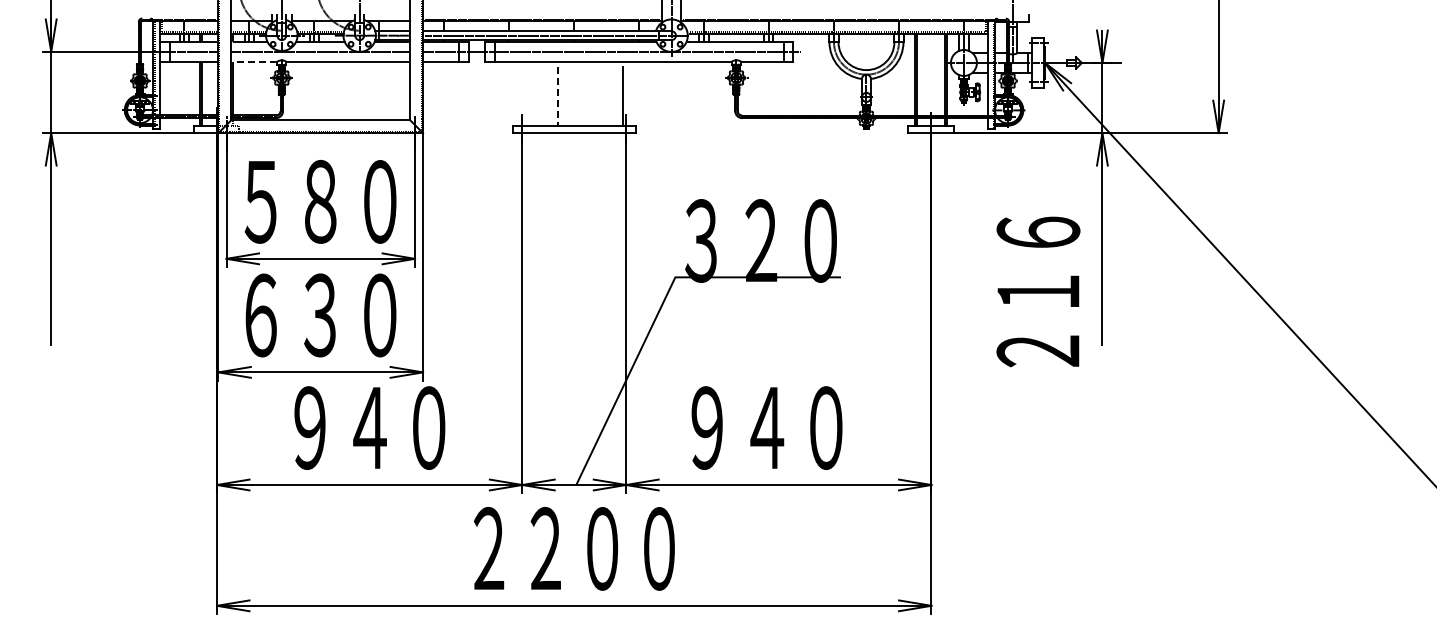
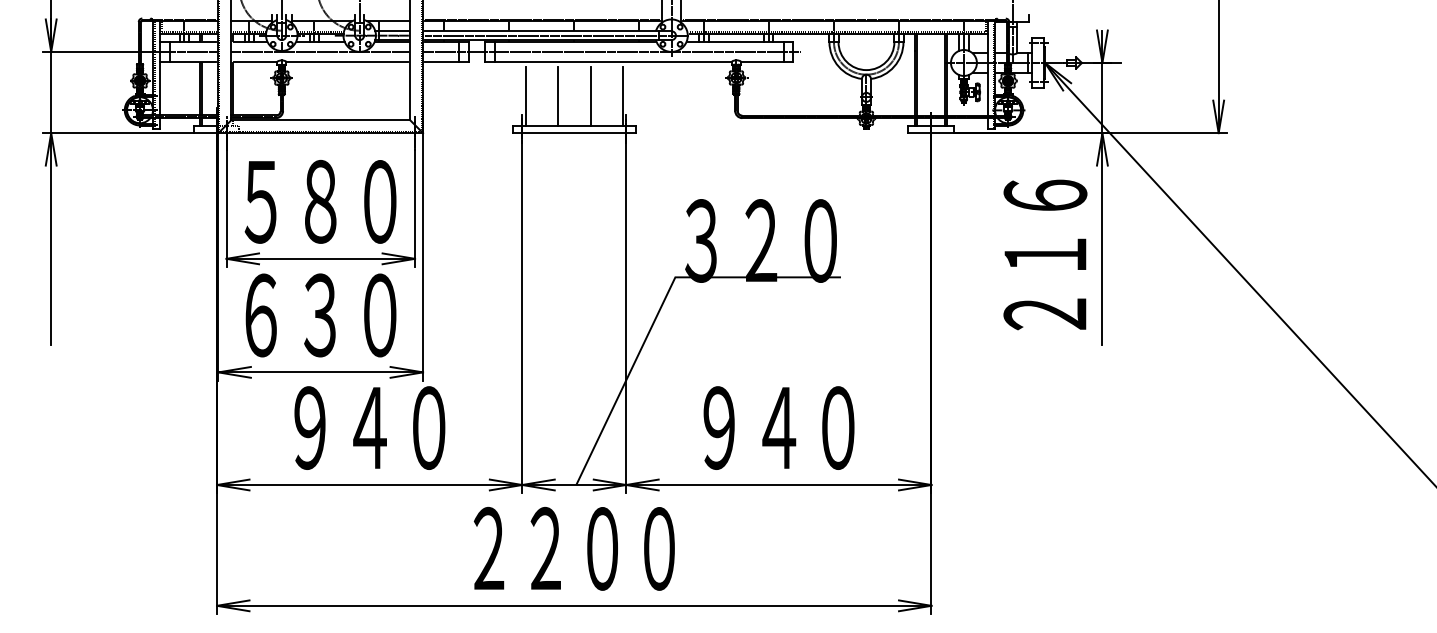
line at (255, 61): dashed -> solid
line at (525, 96): none -> present
line at (558, 96): dashed -> solid
line at (590, 96): none -> present
text at (1038, 291) position: (1038, 291) -> (1045, 254)
text at (766, 427) position: (766, 427) -> (778, 427)
